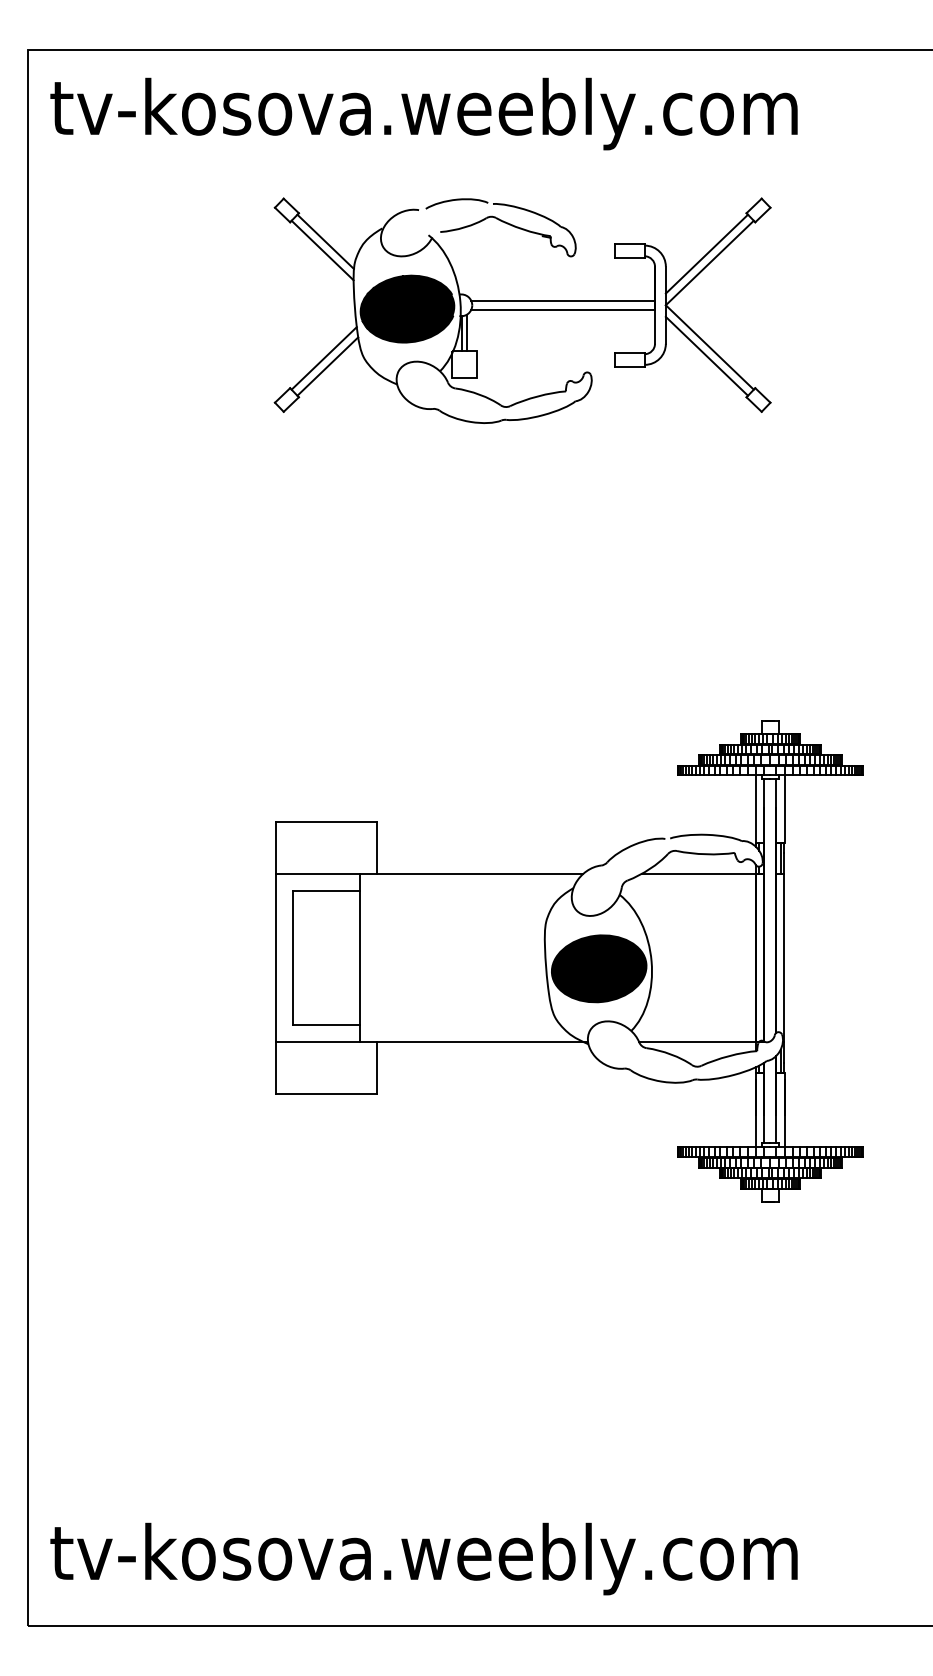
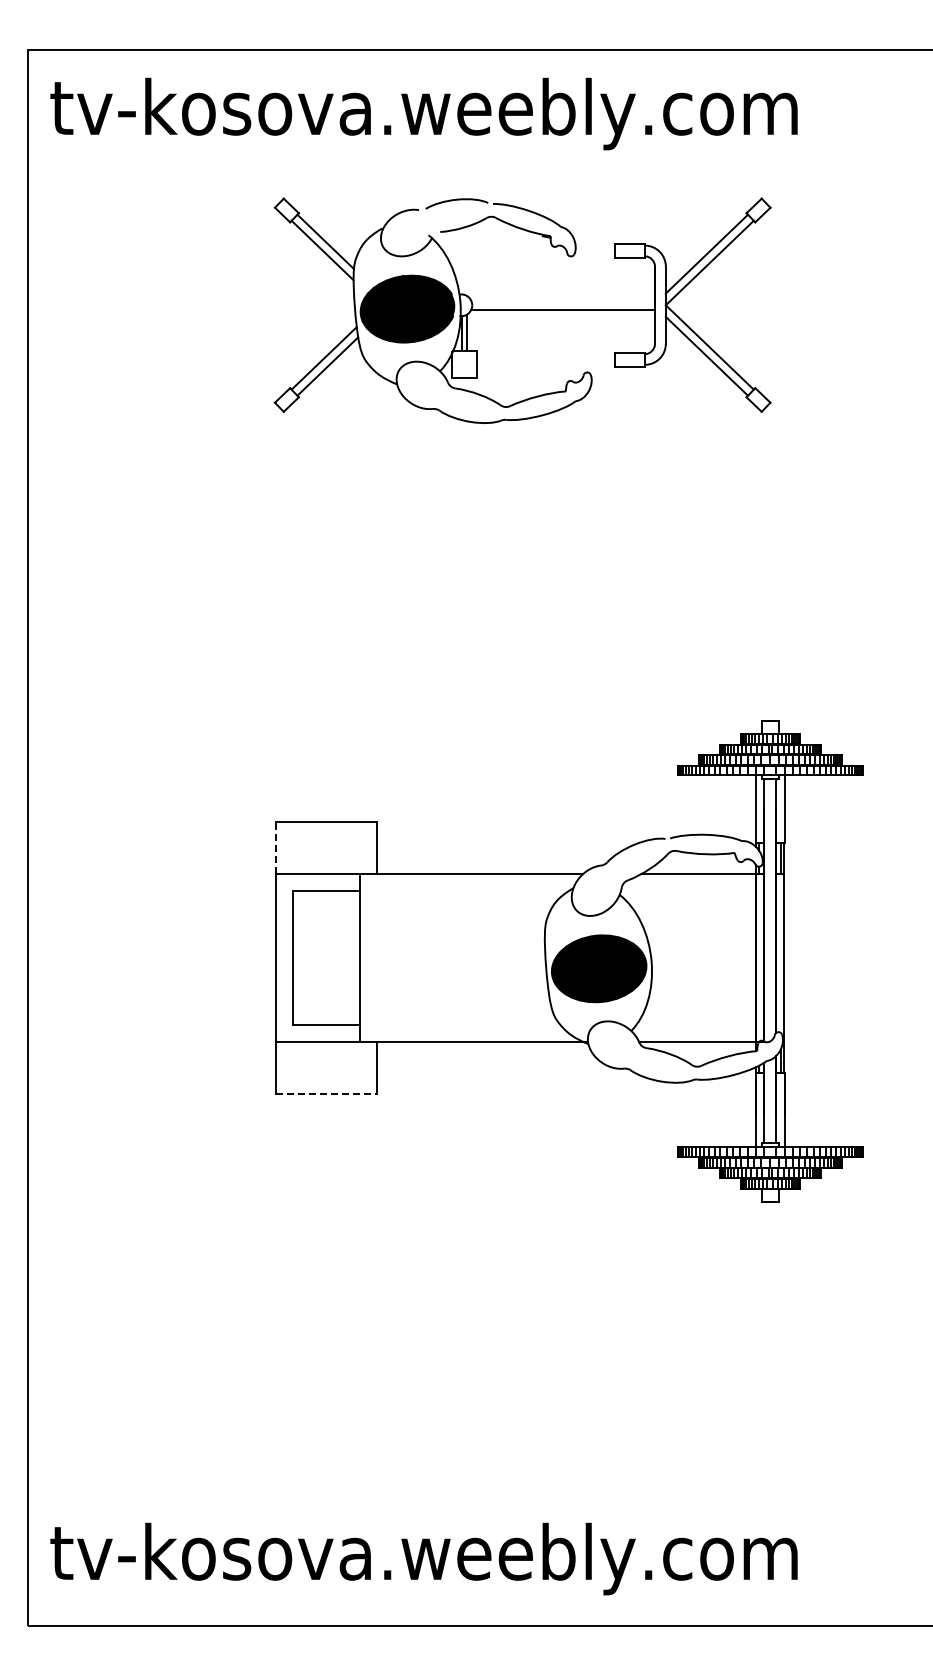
line at (563, 300): present -> none
line at (276, 847): solid -> dashed
line at (327, 1093): solid -> dashed
